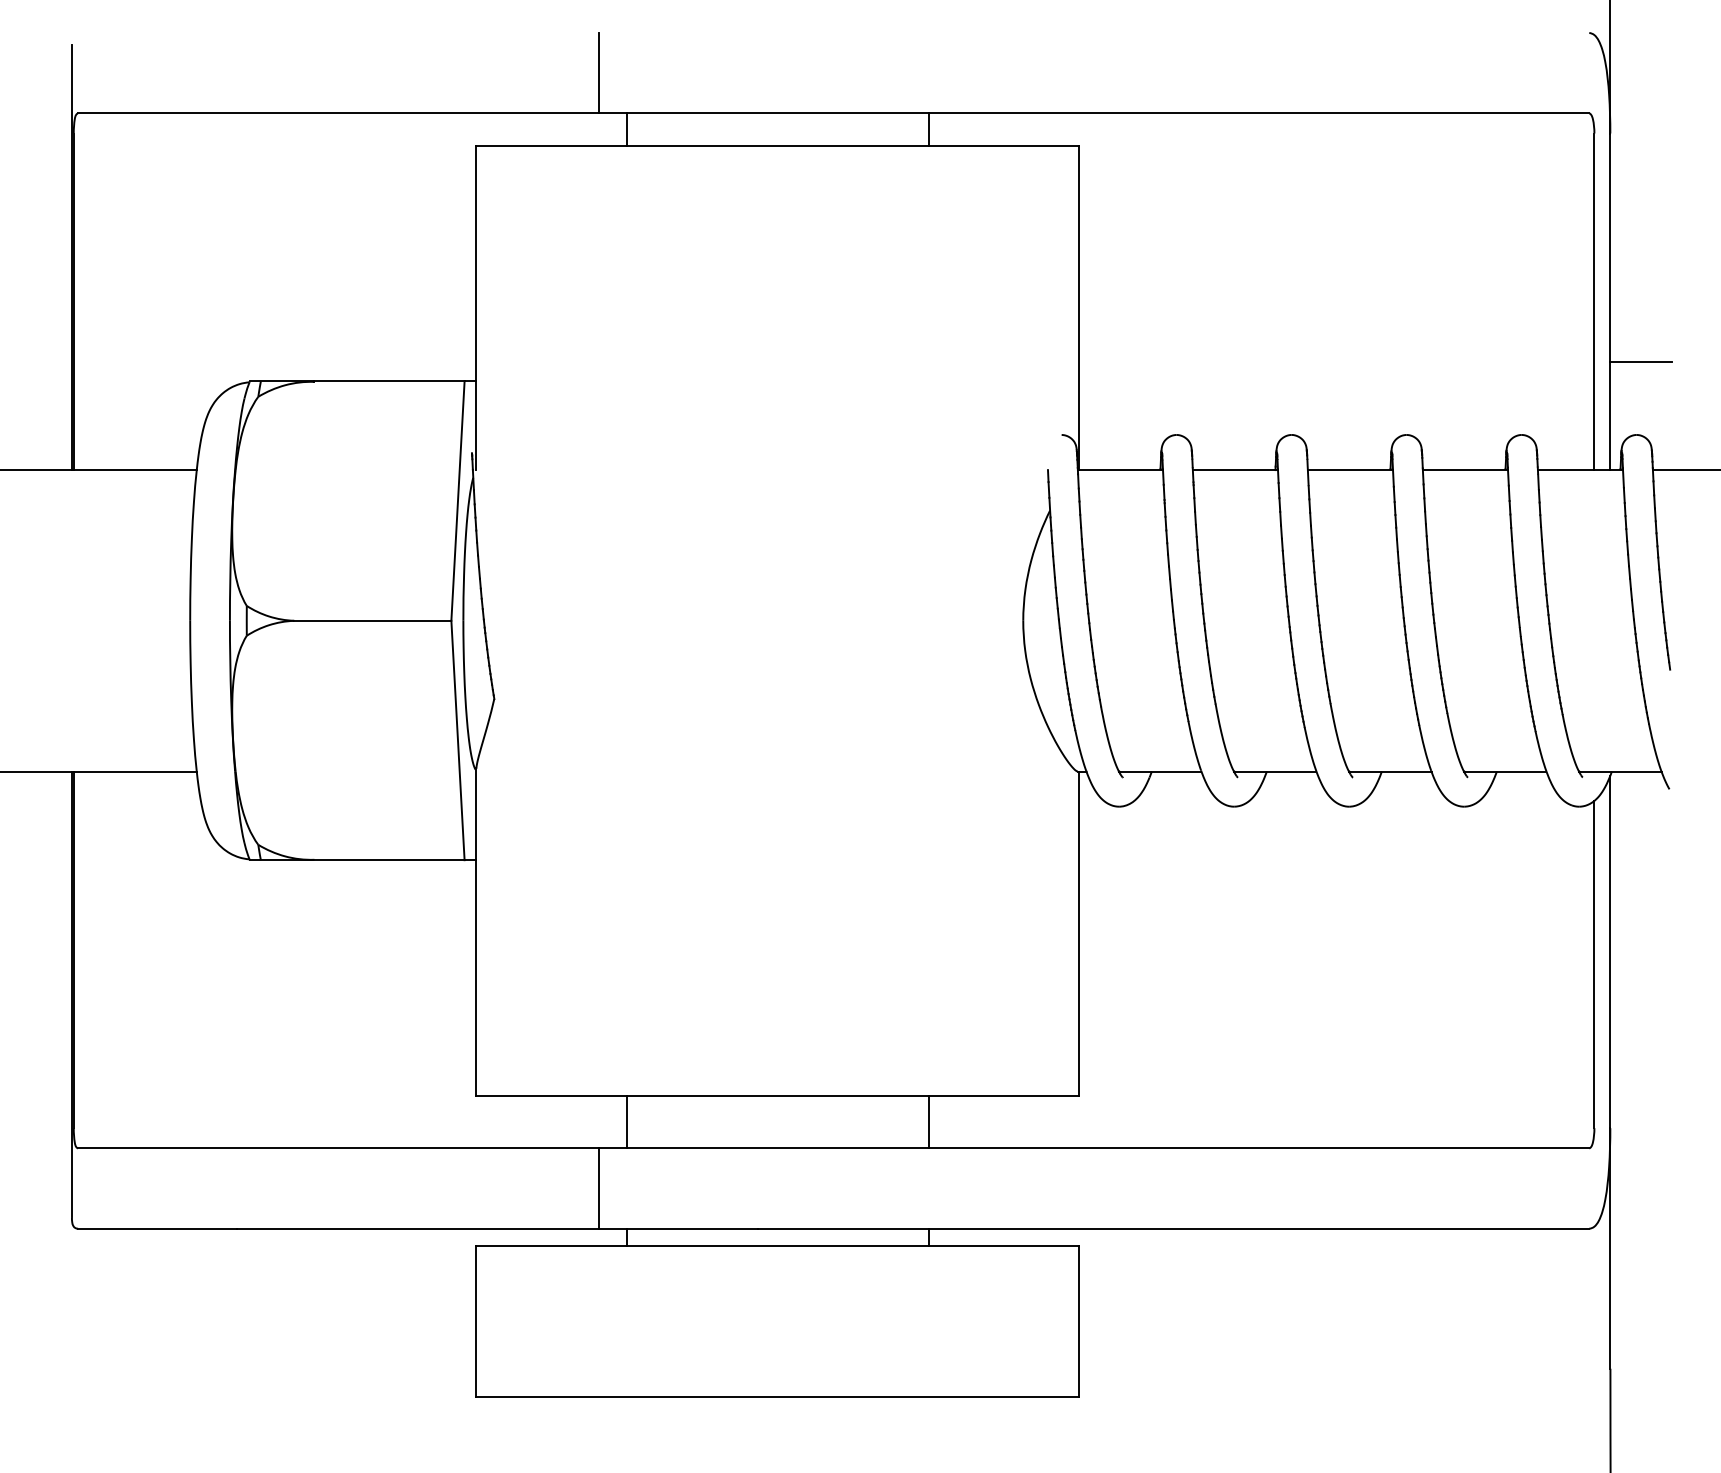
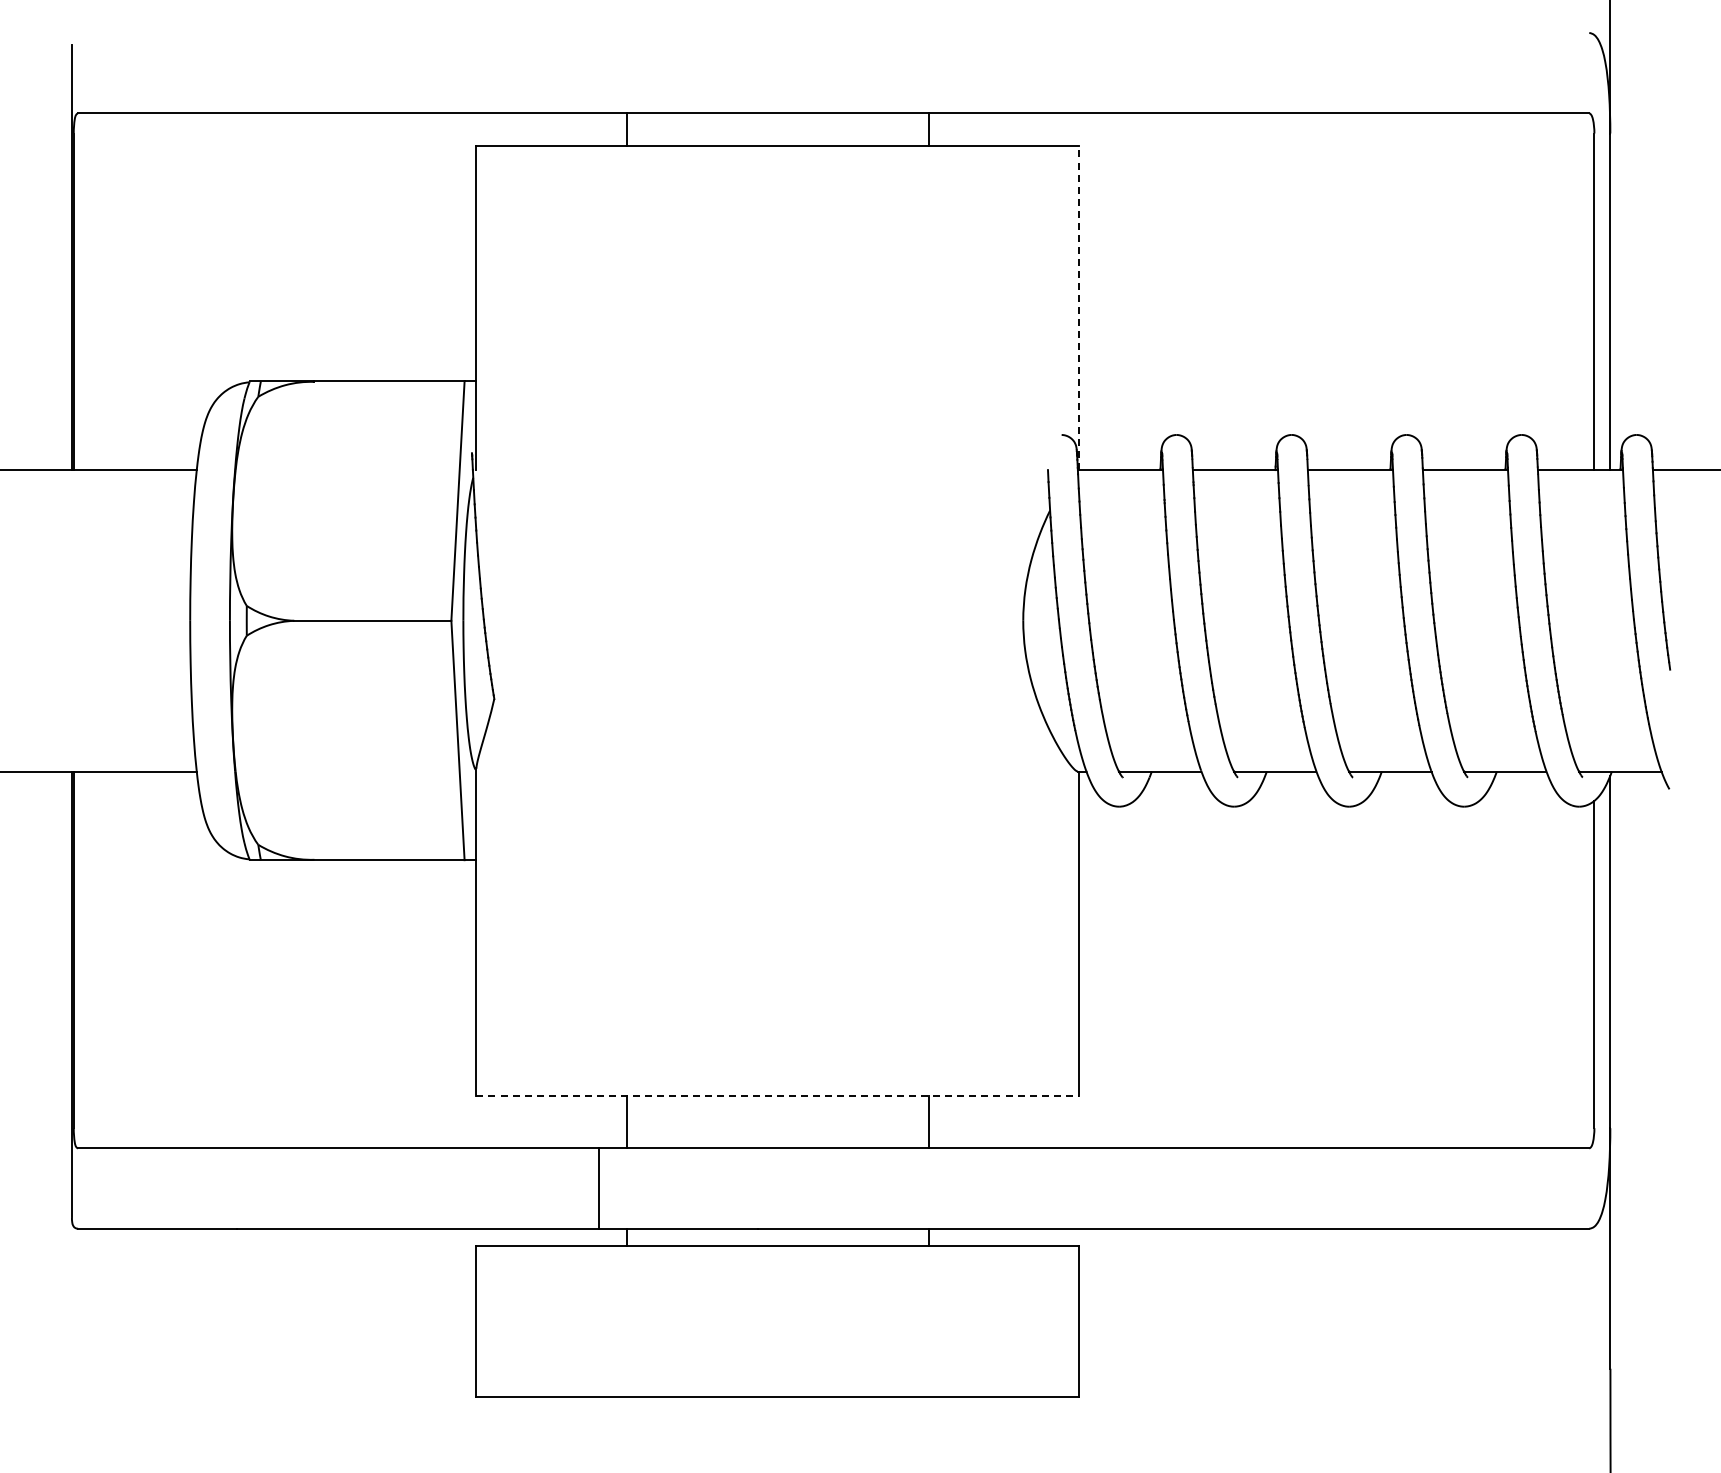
line at (599, 73): present -> none
line at (1079, 307): solid -> dashed
line at (1641, 361): present -> none
line at (778, 1095): solid -> dashed
